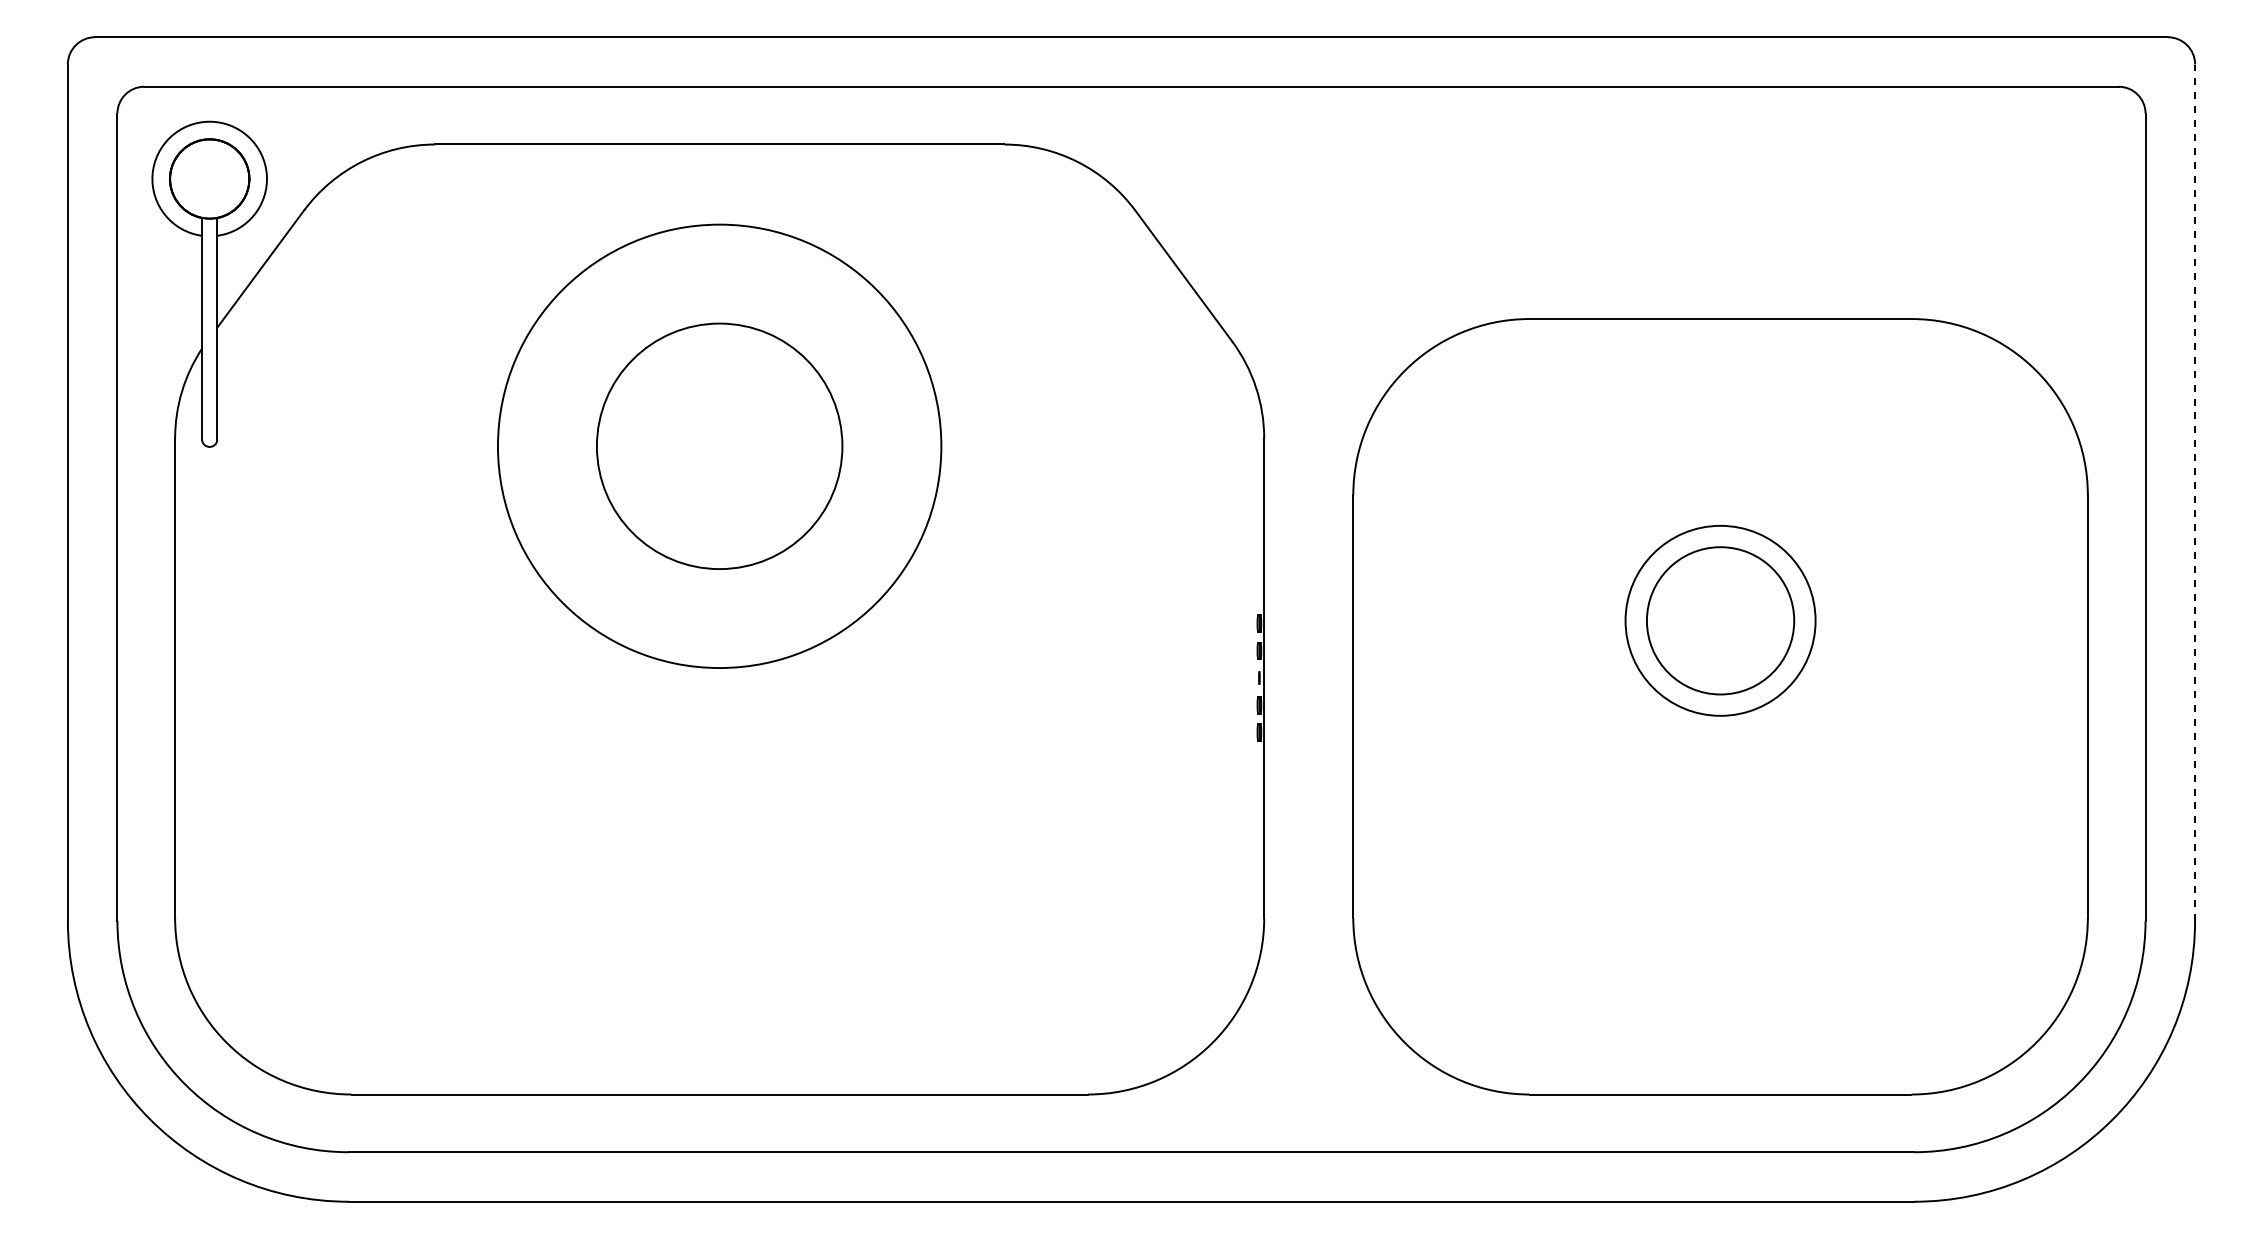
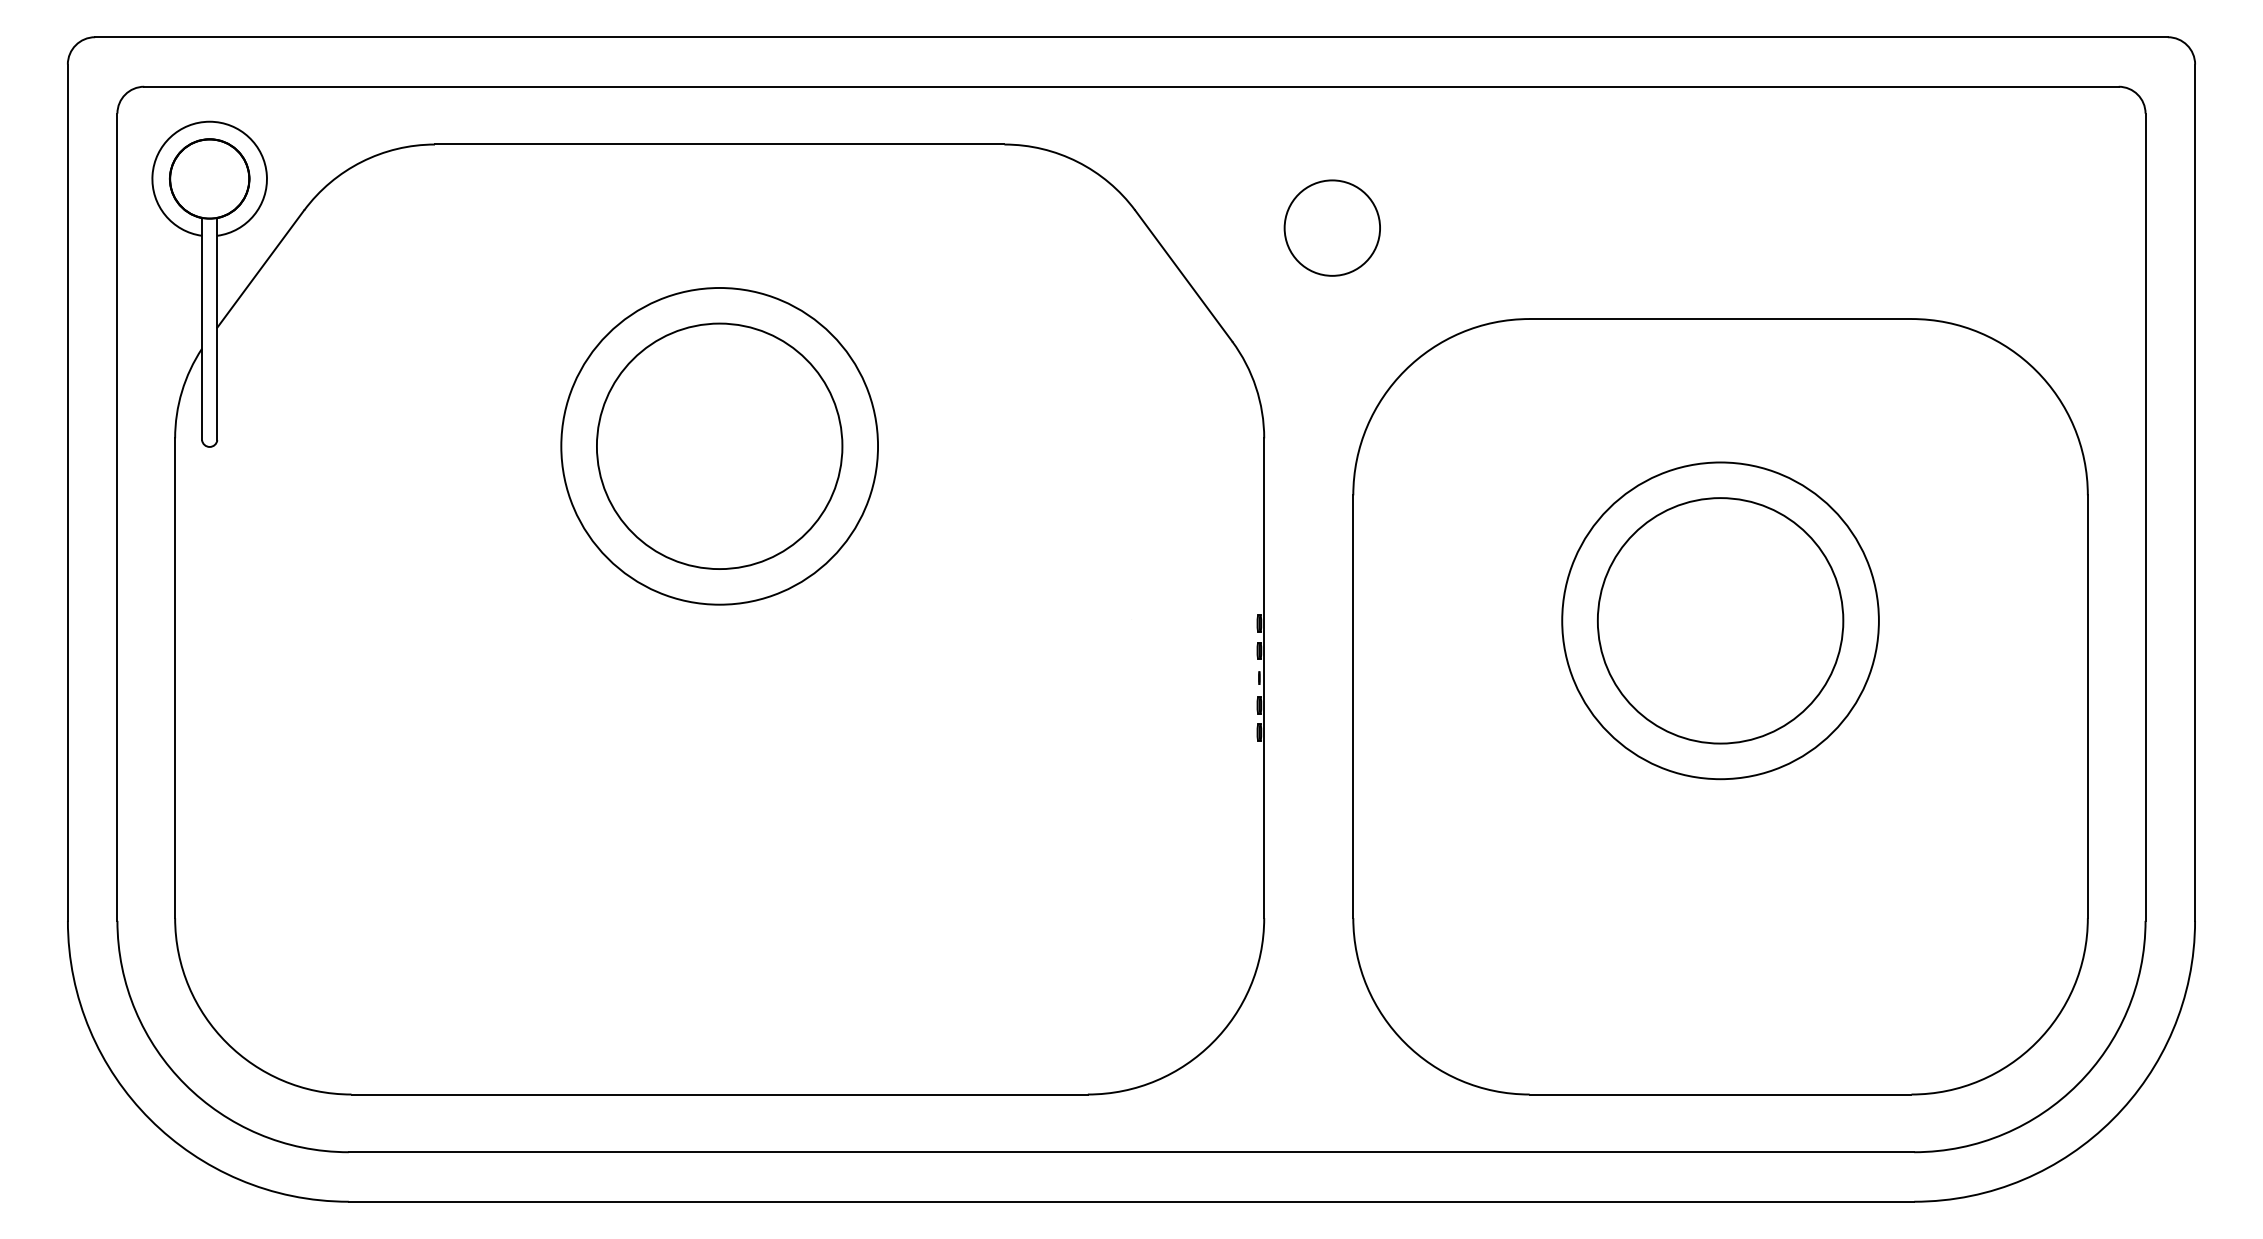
circle at (1331, 227): none -> present
circle at (719, 446) diameter: 443 px -> 317 px
line at (2195, 492): dashed -> solid
circle at (1720, 620) diameter: 147 px -> 245 px
circle at (1720, 620) diameter: 190 px -> 317 px
